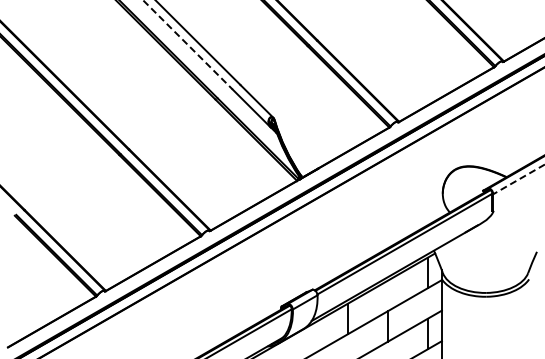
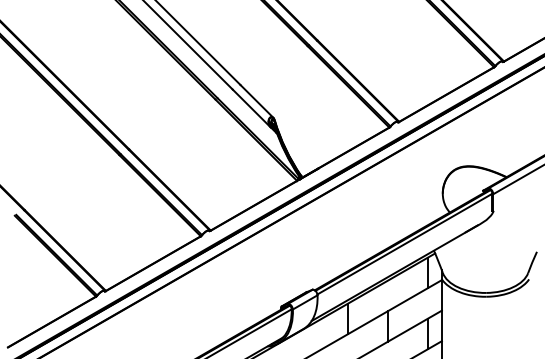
line at (188, 45): dashed -> solid
line at (518, 179): dashed -> solid
